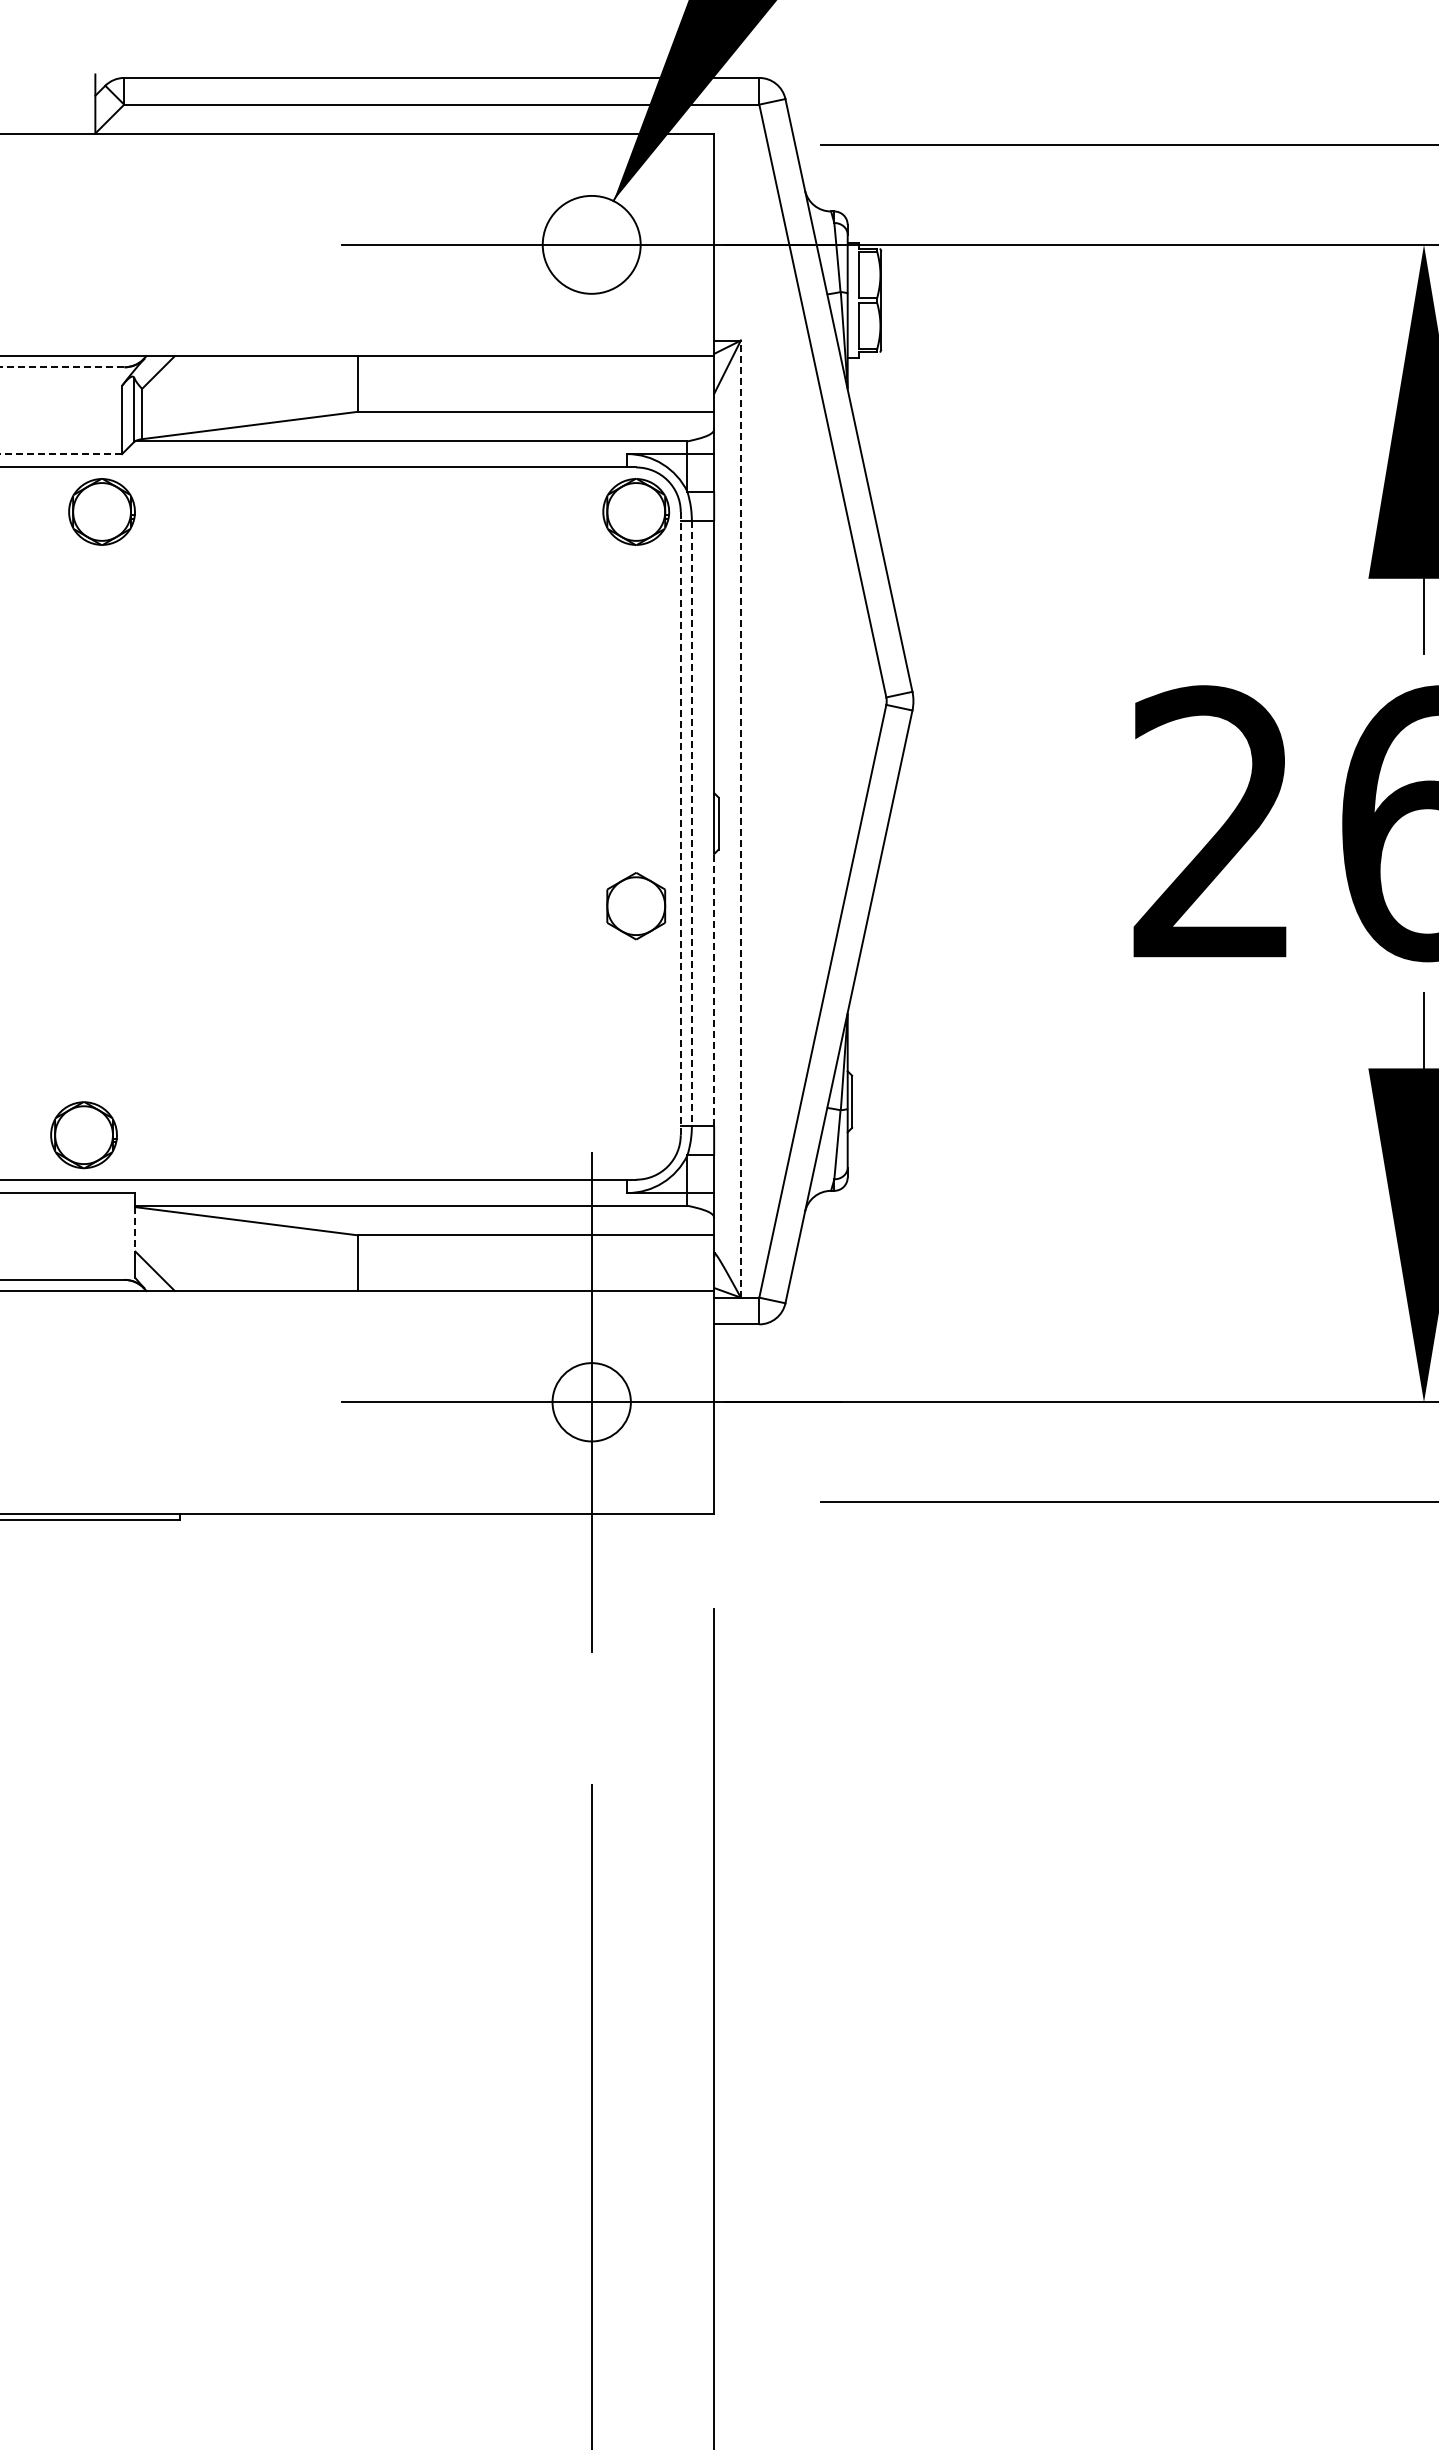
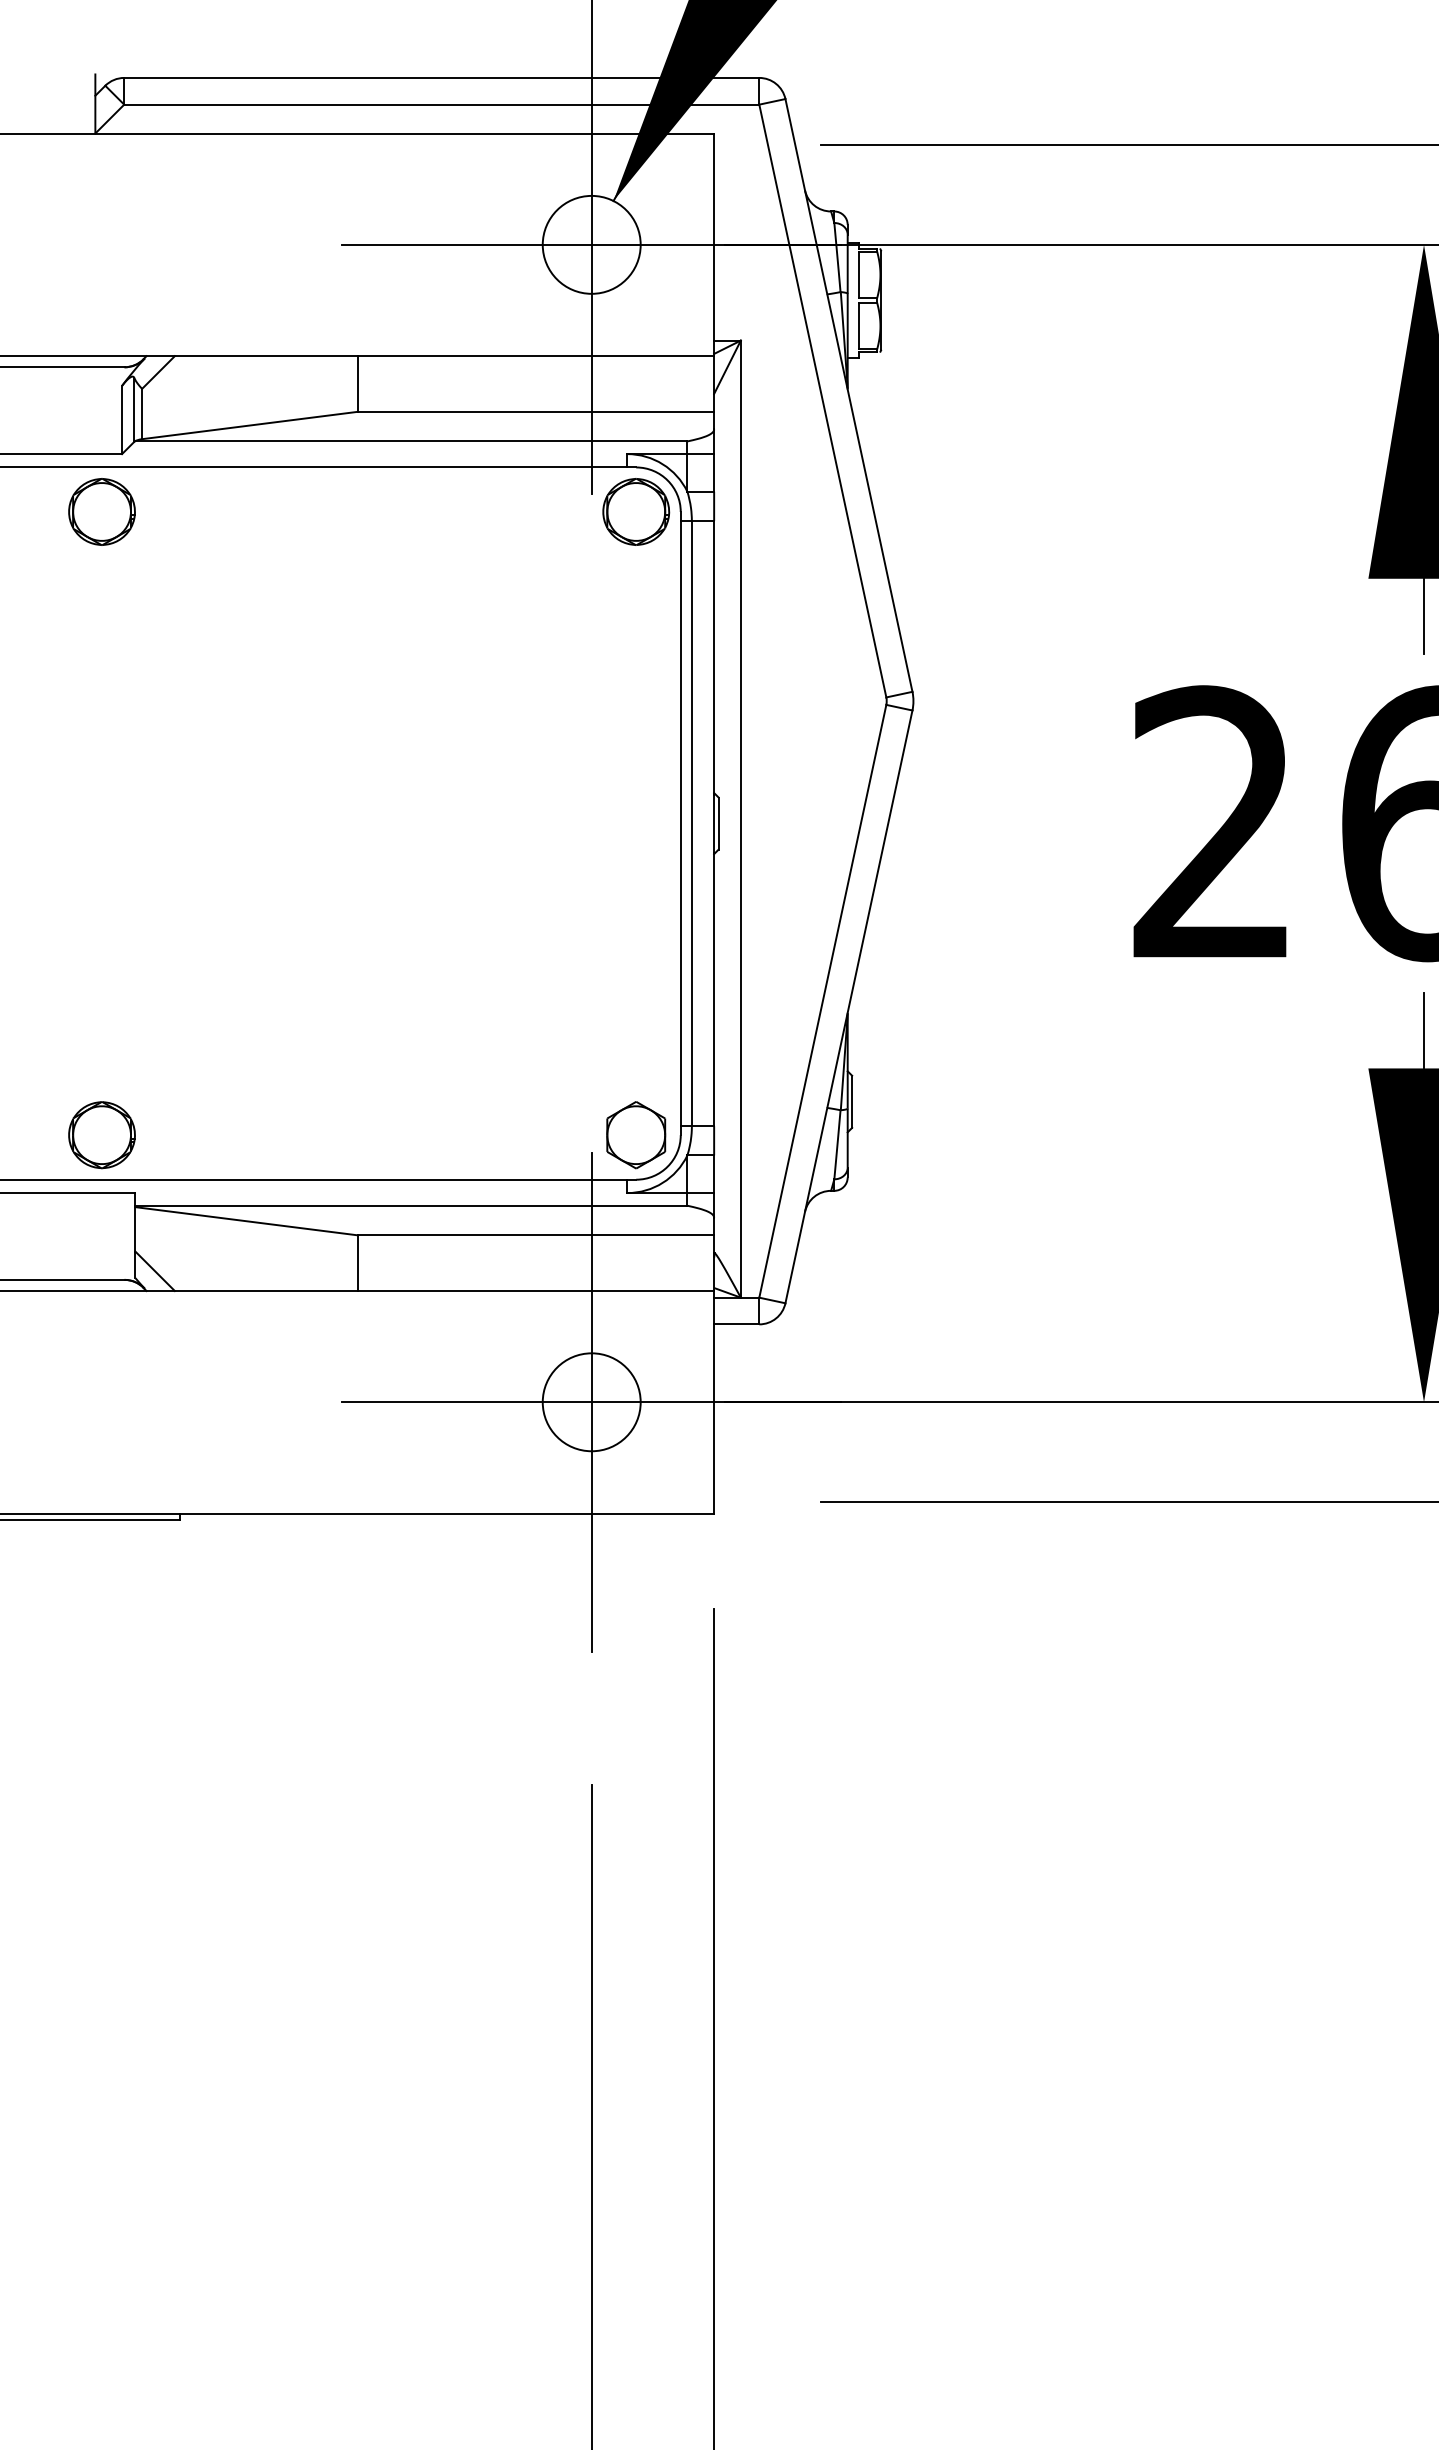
line at (591, 248): none -> present
line at (62, 367): dashed -> solid
line at (61, 454): dashed -> solid
line at (740, 819): dashed -> solid
line at (680, 823): dashed -> solid
line at (691, 823): dashed -> solid
part at (636, 906) position: (636, 906) -> (636, 1135)
line at (714, 989): dashed -> solid
part at (83, 1135) position: (83, 1135) -> (101, 1135)
line at (135, 1229): dashed -> solid
circle at (591, 1402) diameter: 78 px -> 98 px
